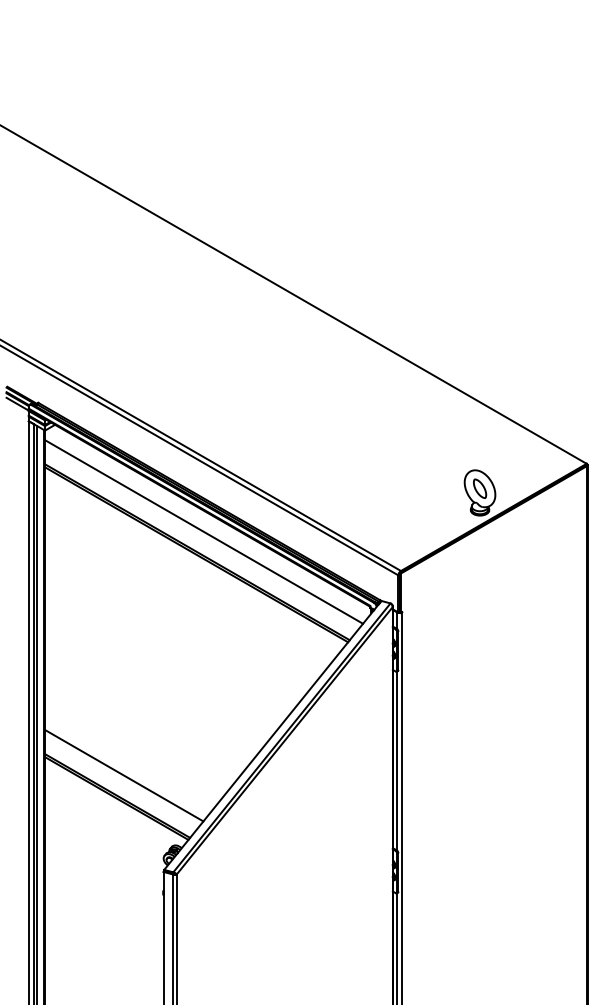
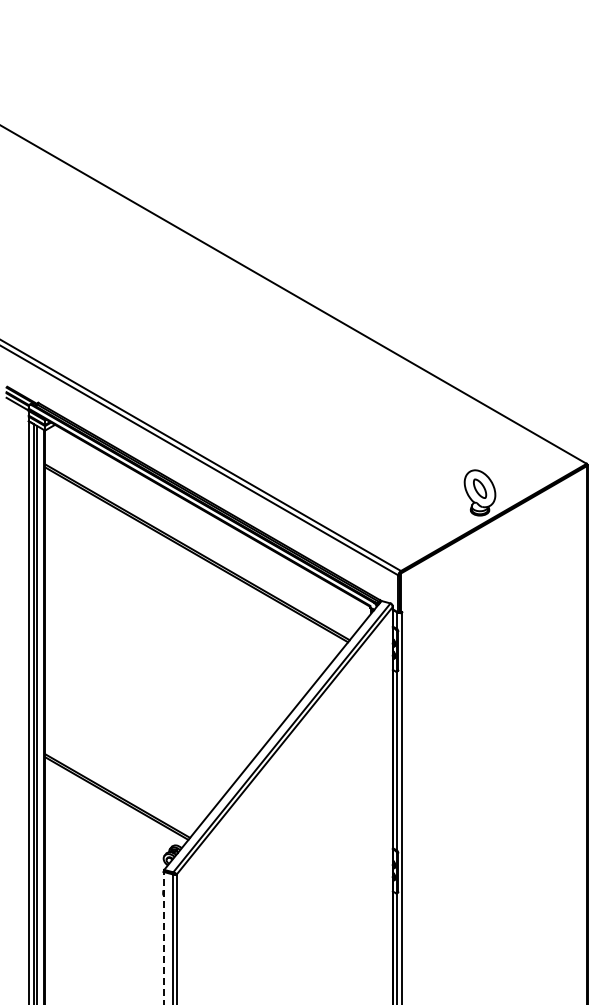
line at (204, 531): present -> none
line at (124, 775): present -> none
line at (163, 937): solid -> dashed
